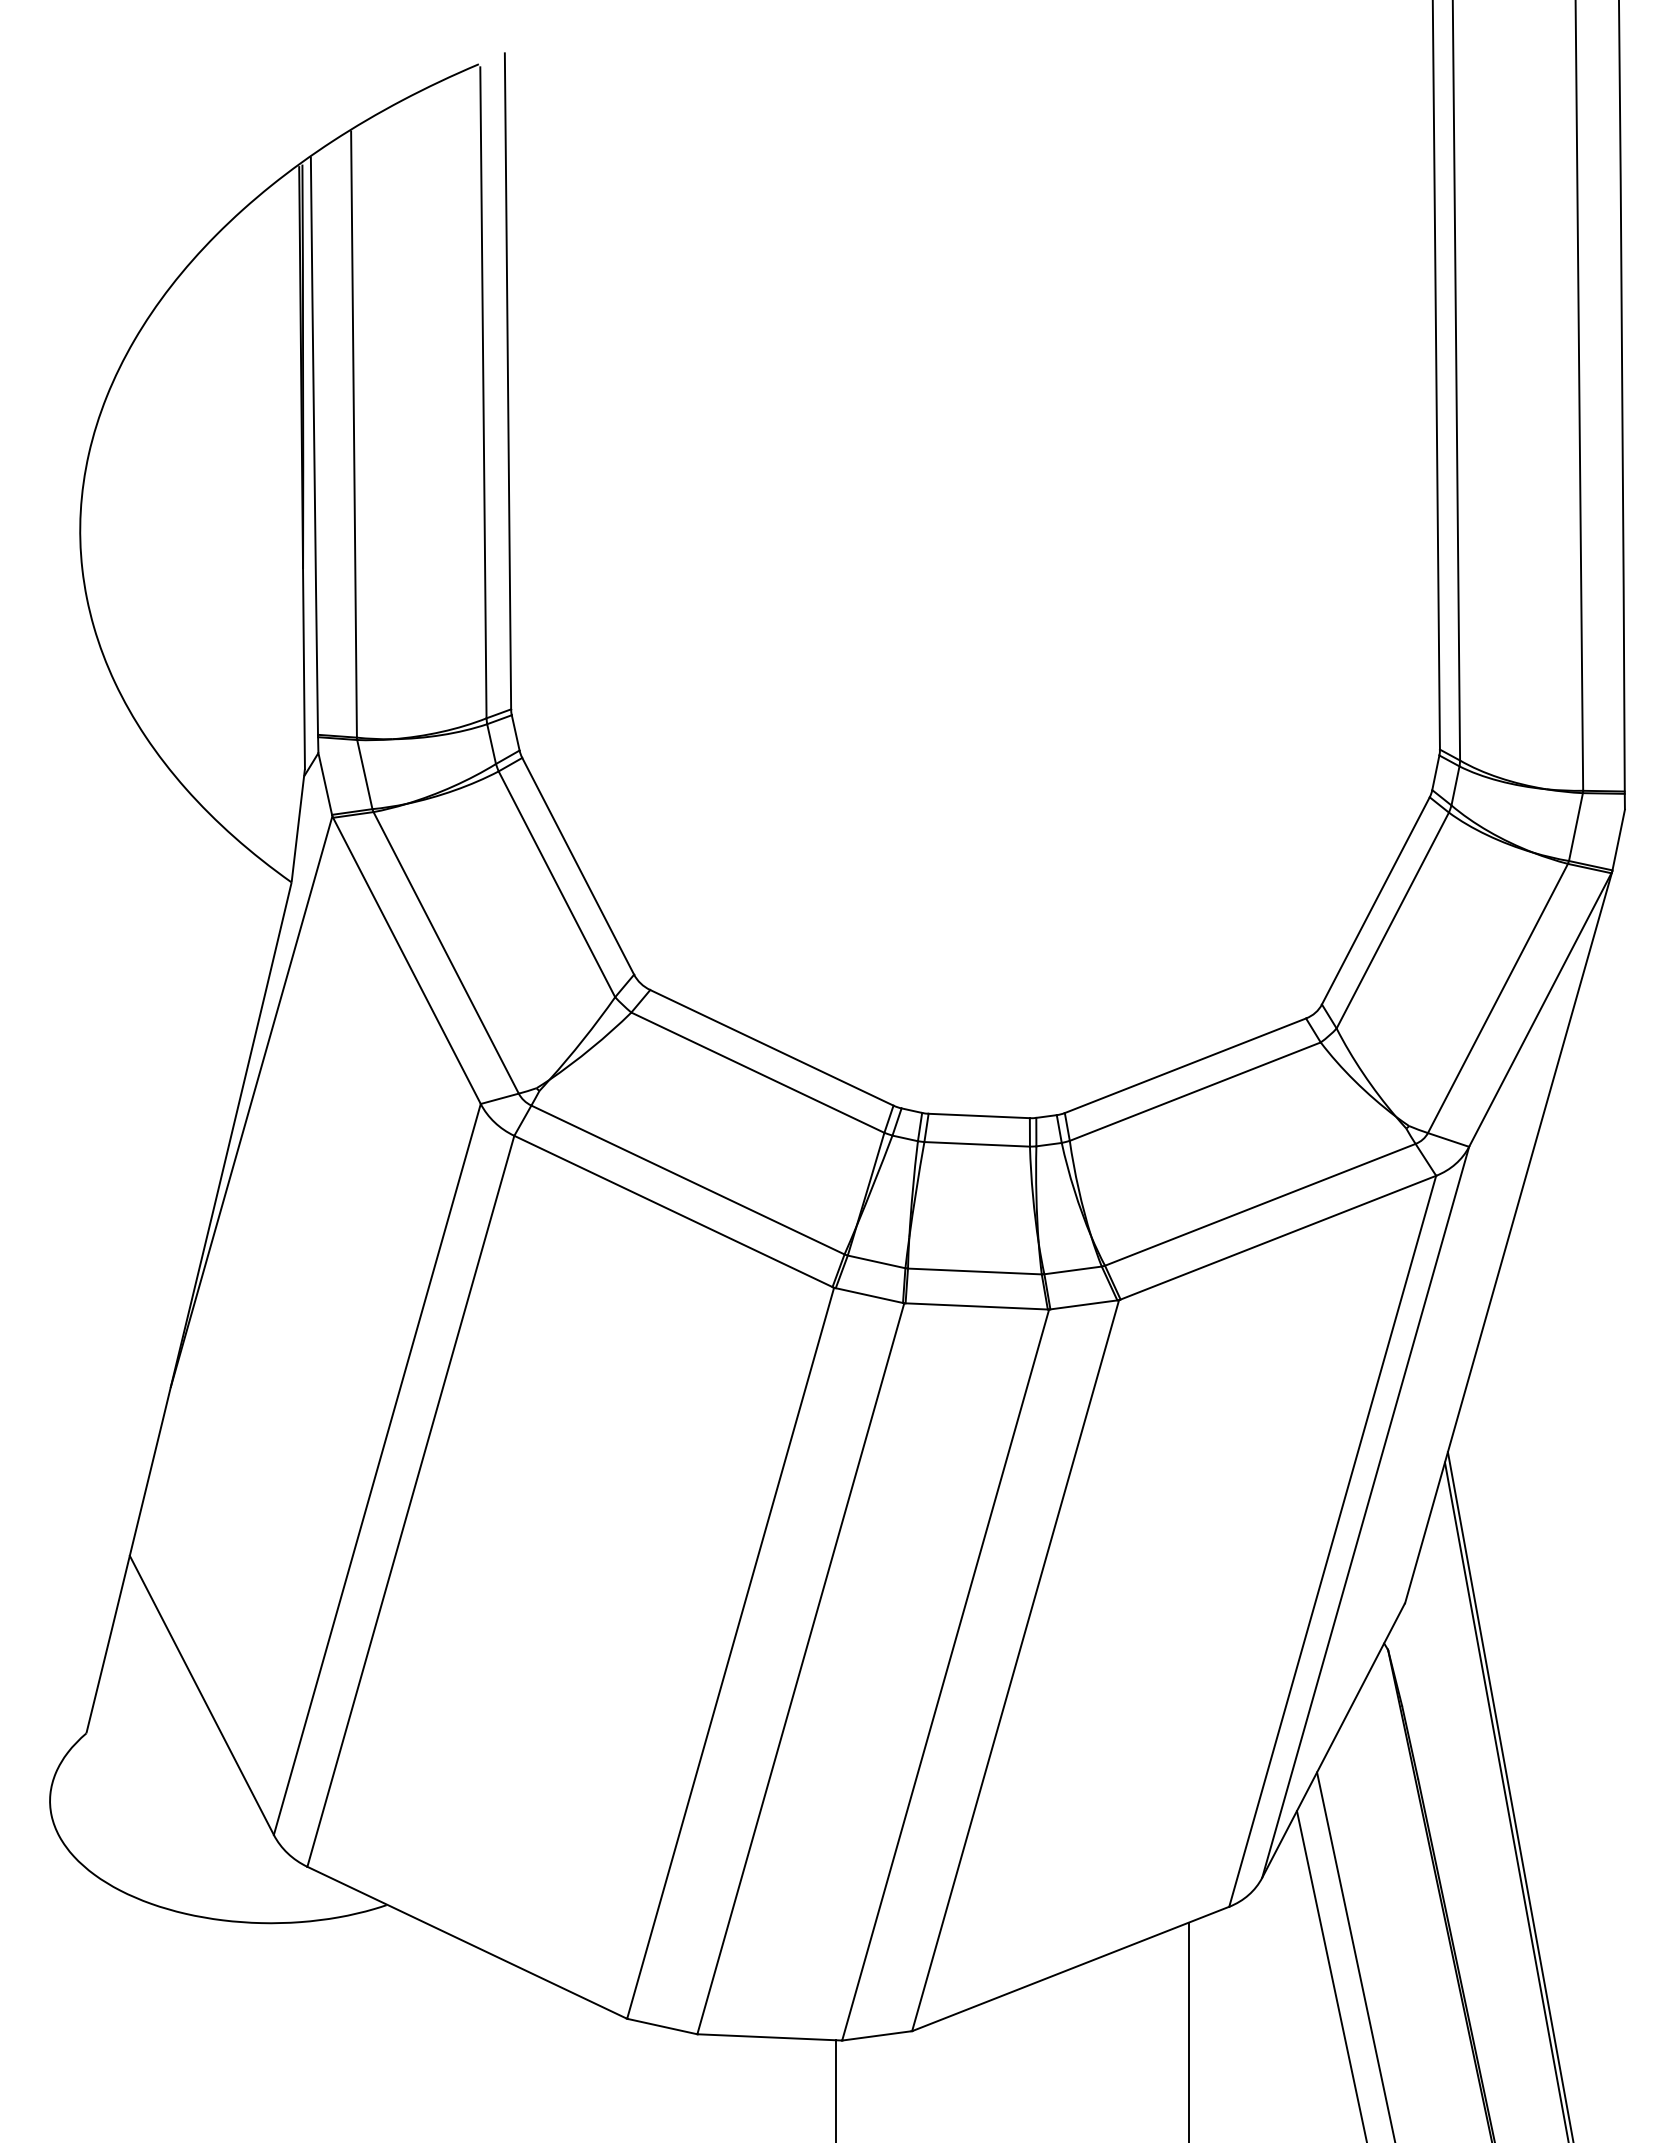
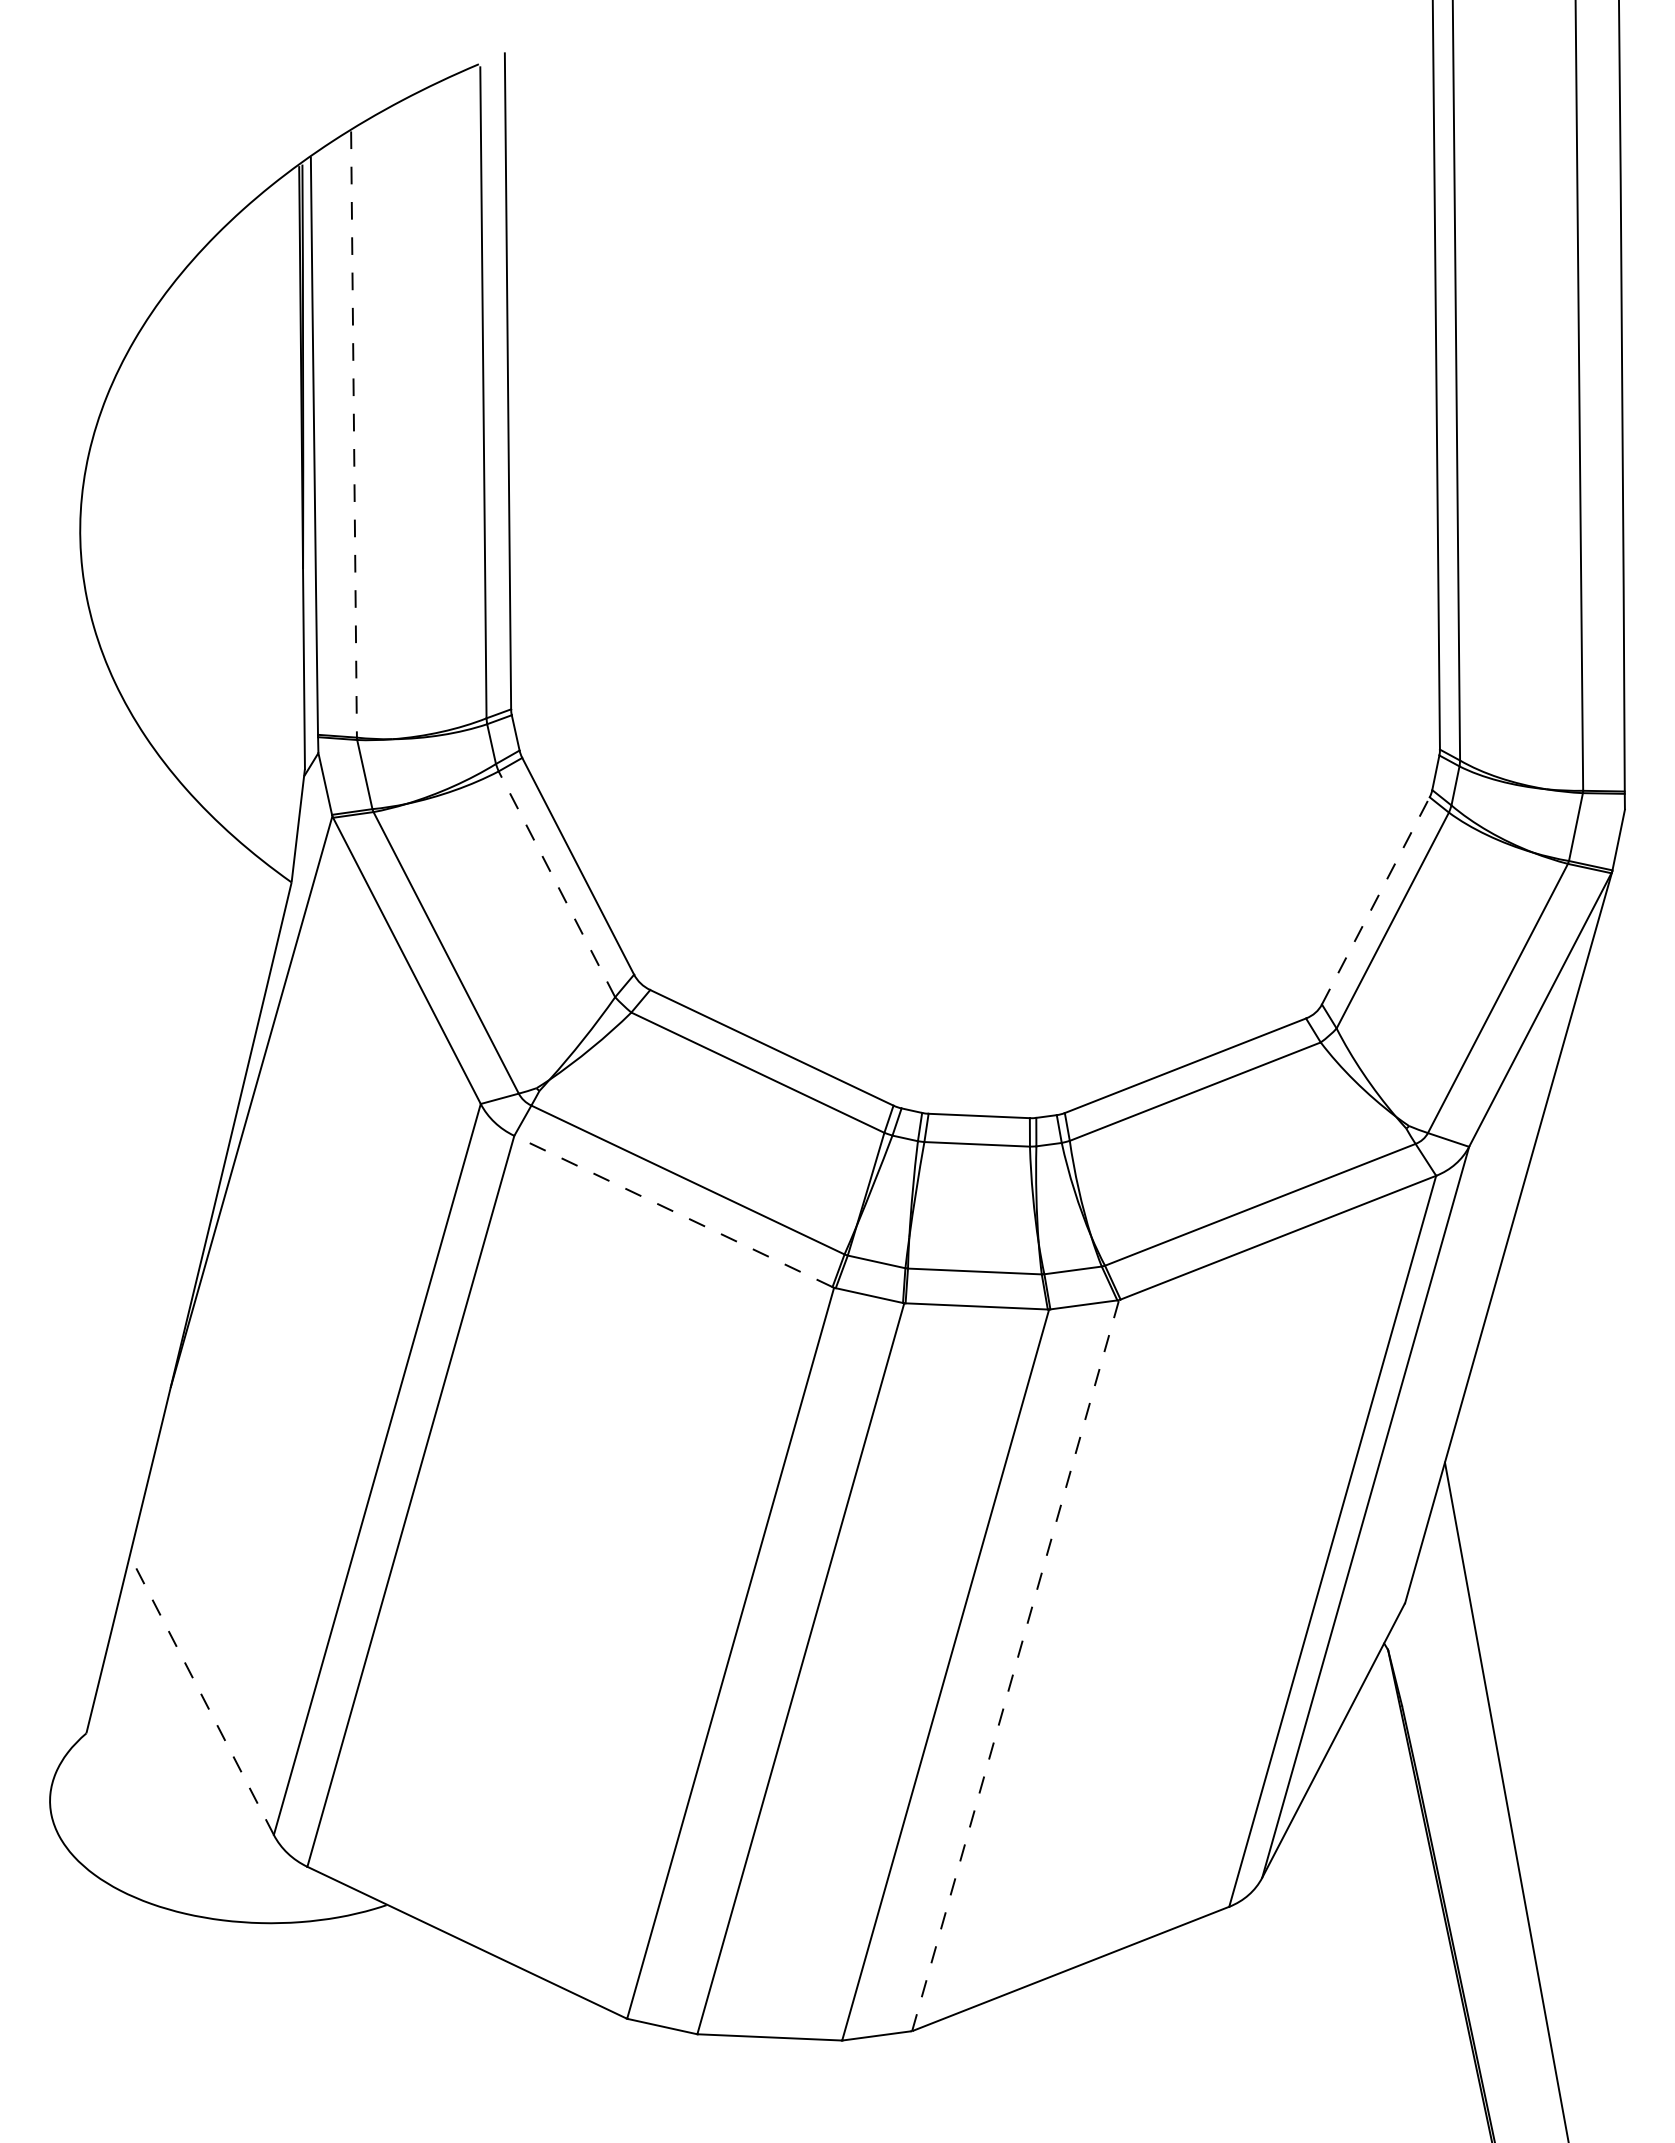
line at (354, 435): solid -> dashed
line at (556, 883): solid -> dashed
line at (1375, 900): solid -> dashed
line at (672, 1211): solid -> dashed
line at (1015, 1665): solid -> dashed
line at (201, 1694): solid -> dashed
line at (1509, 1795): present -> none
line at (1355, 1955): present -> none
line at (1331, 1975): present -> none
line at (1189, 2030): present -> none
line at (836, 2089): present -> none
